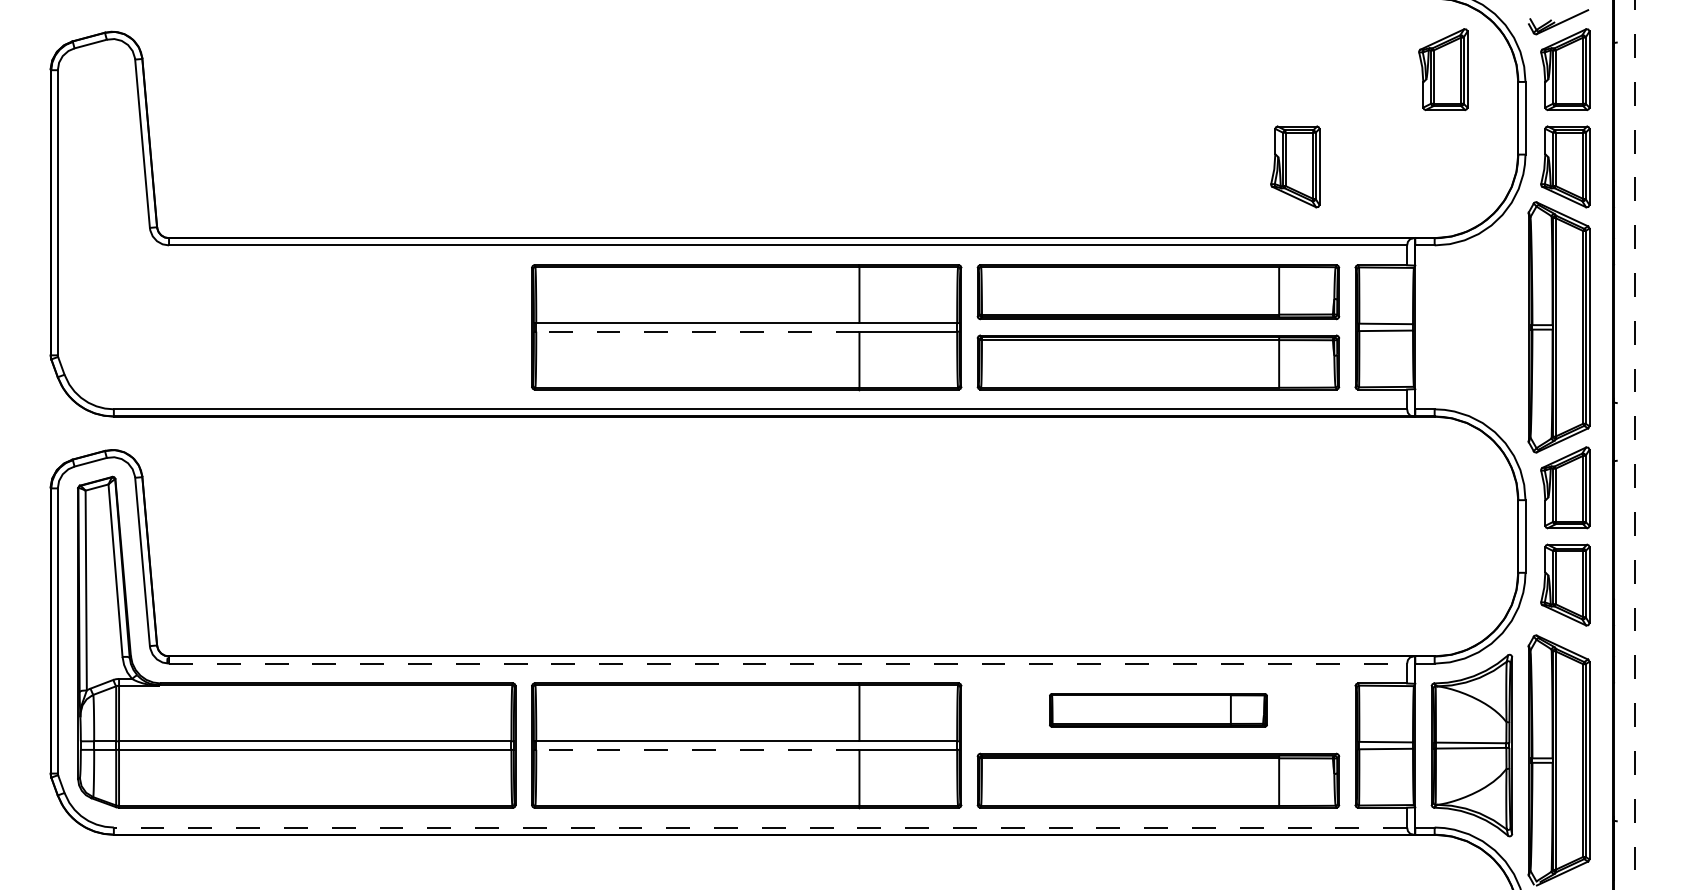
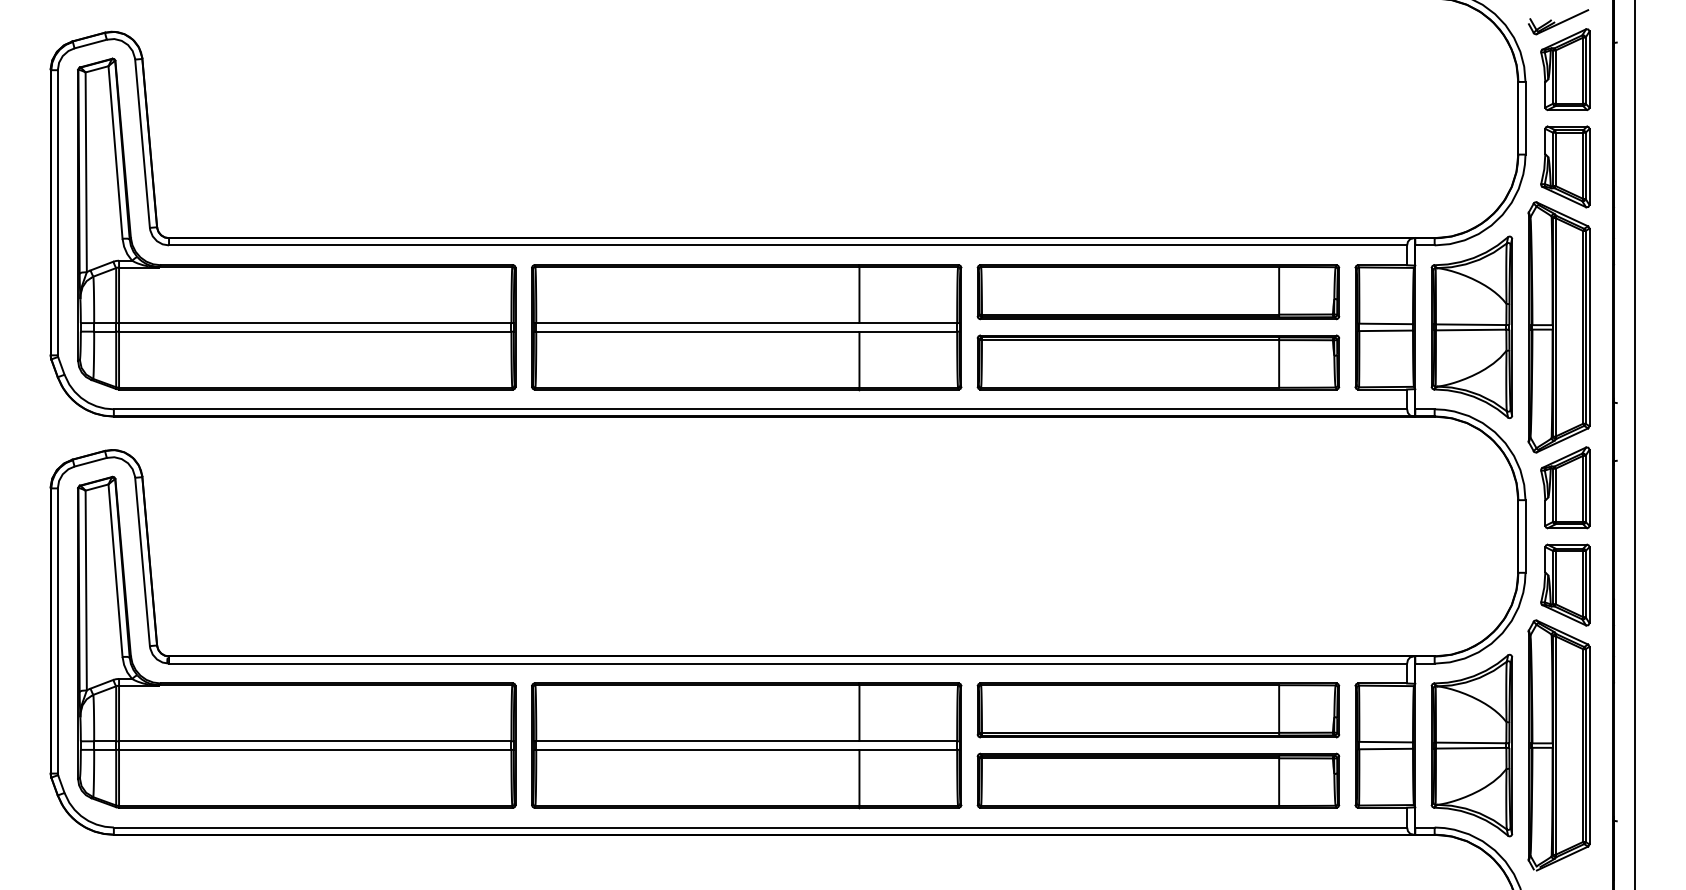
part at (1443, 69): present -> none
part at (1295, 166): present -> none
part at (296, 264): none -> present
part at (1471, 326): none -> present
line at (697, 331): dashed -> solid
line at (1635, 445): dashed -> solid
line at (788, 663): dashed -> solid
part at (1158, 710) size: 219x35 px -> 365x57 px
line at (697, 749): dashed -> solid
part at (1558, 760) position: (1558, 760) -> (1558, 745)
line at (760, 827): dashed -> solid
